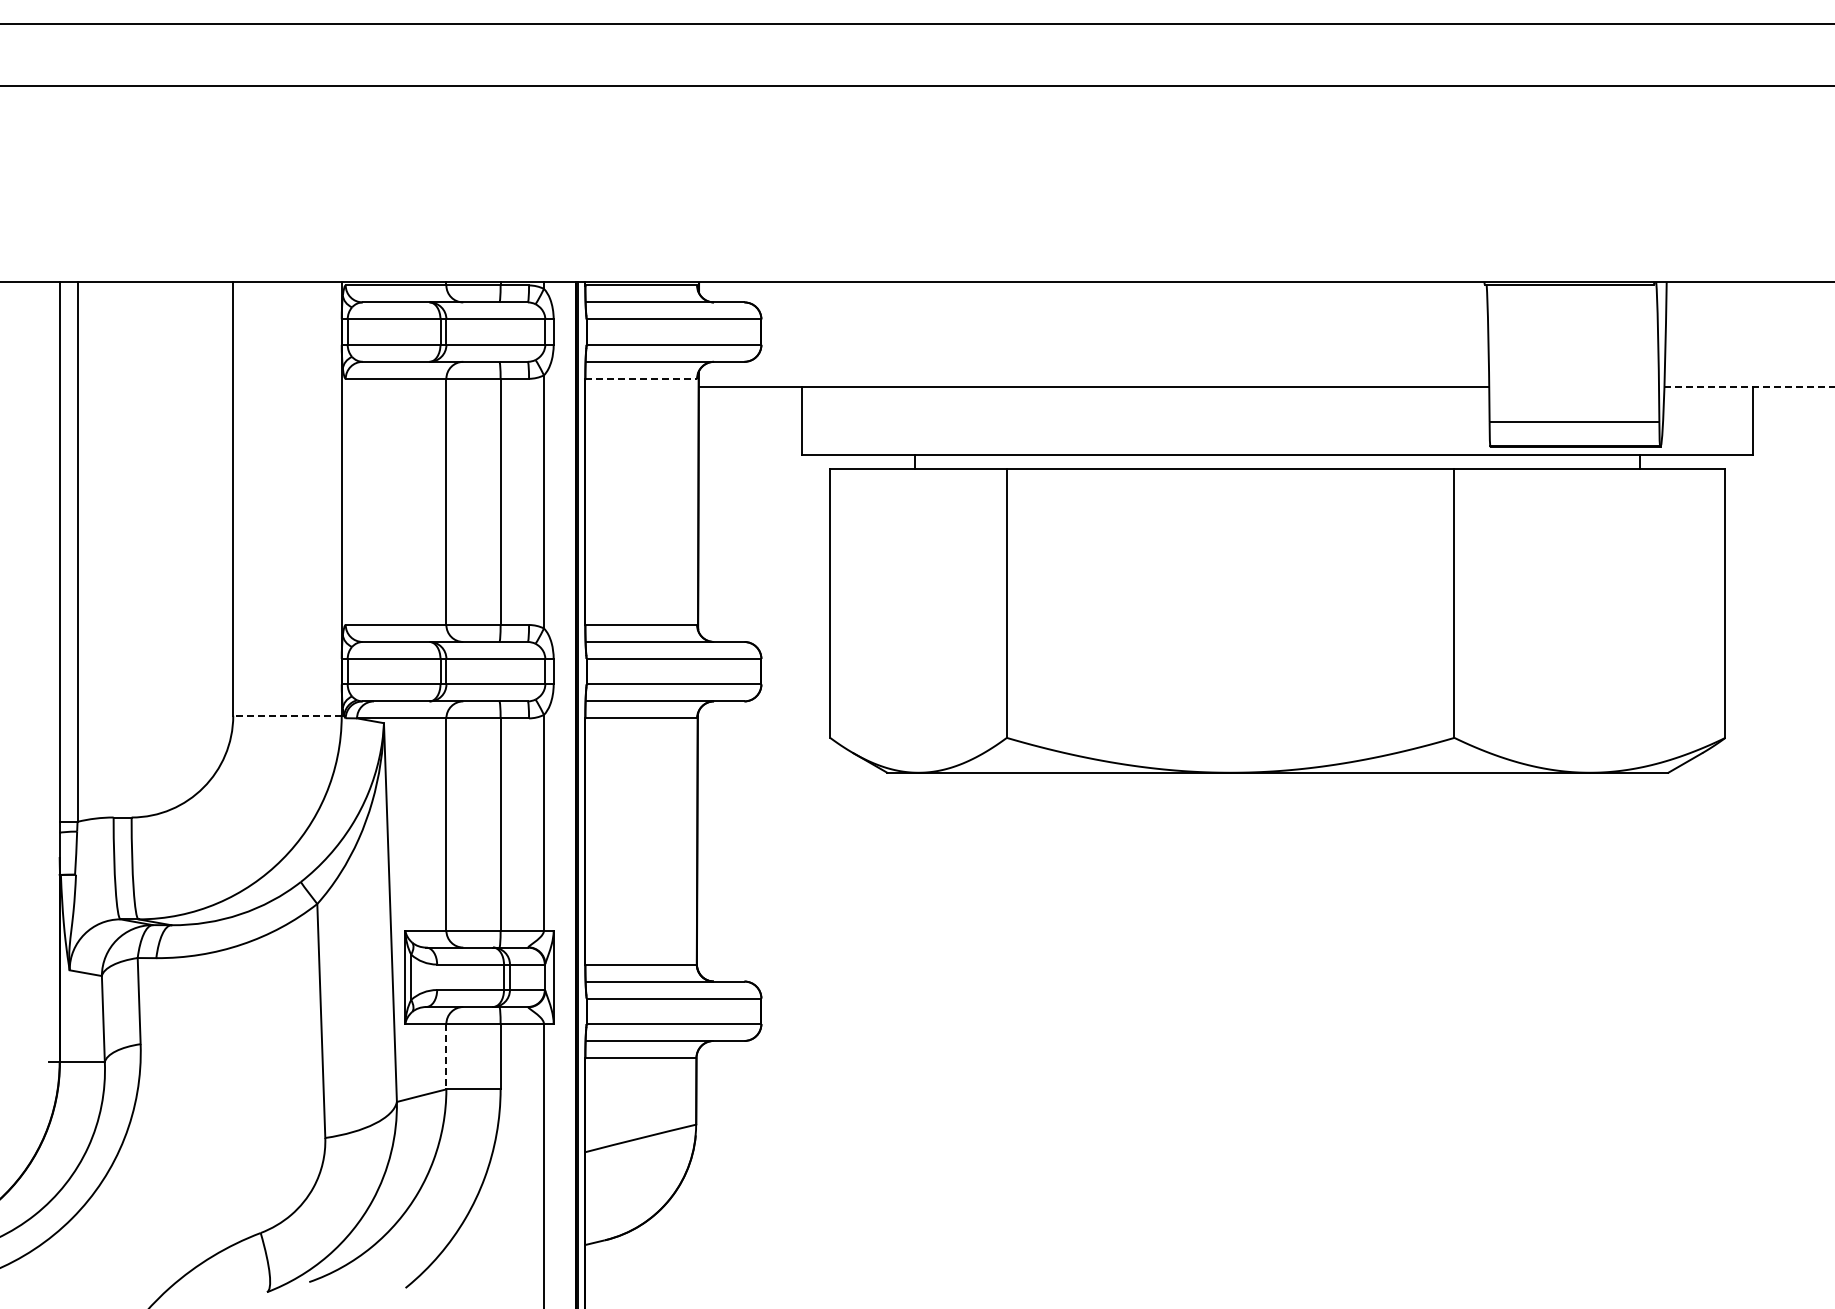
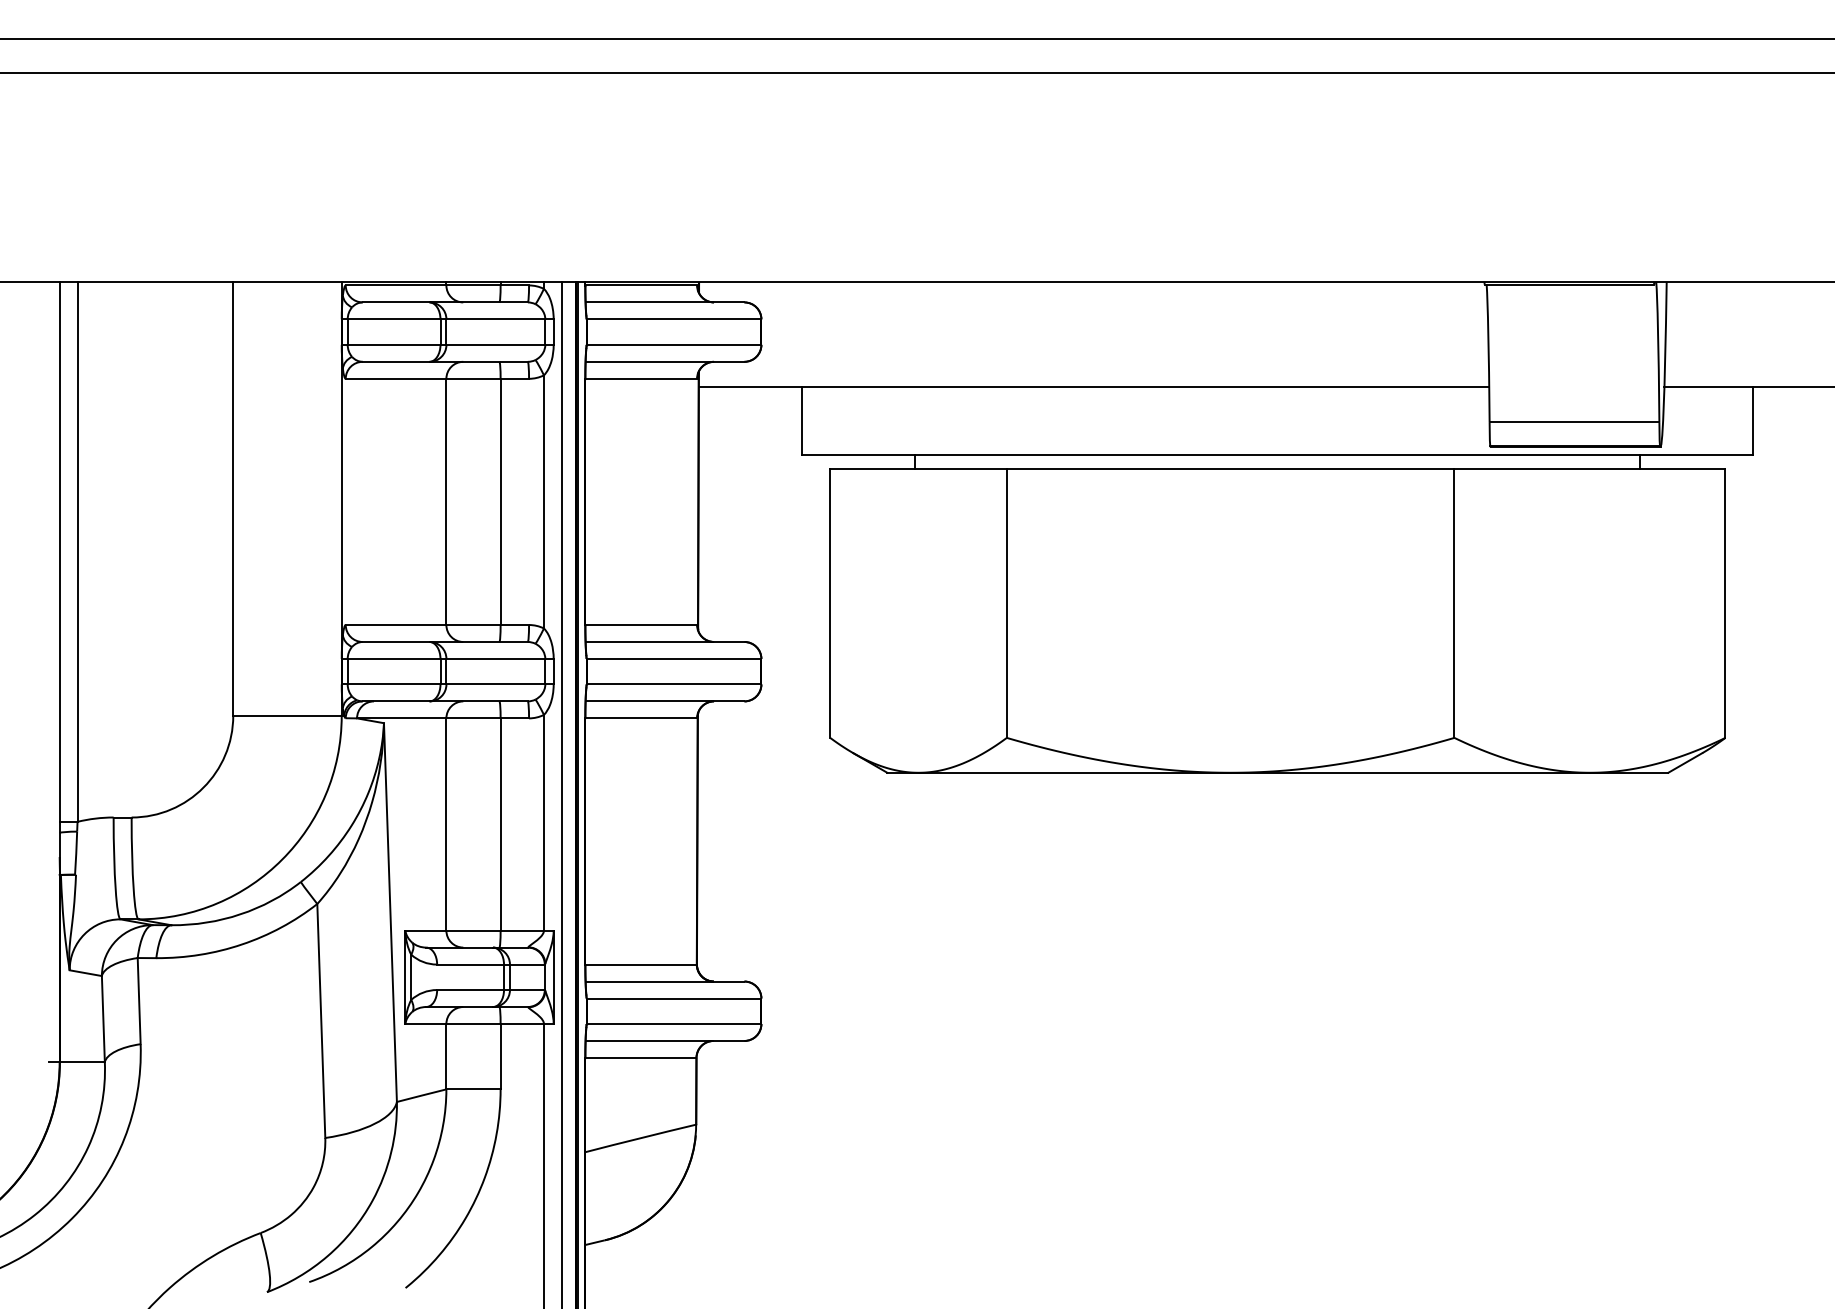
line at (916, 24) position: (916, 24) -> (916, 39)
line at (916, 86) position: (916, 86) -> (916, 73)
line at (641, 378): dashed -> solid
line at (1749, 387): dashed -> solid
line at (287, 715): dashed -> solid
line at (562, 793): none -> present
line at (446, 1056): dashed -> solid
